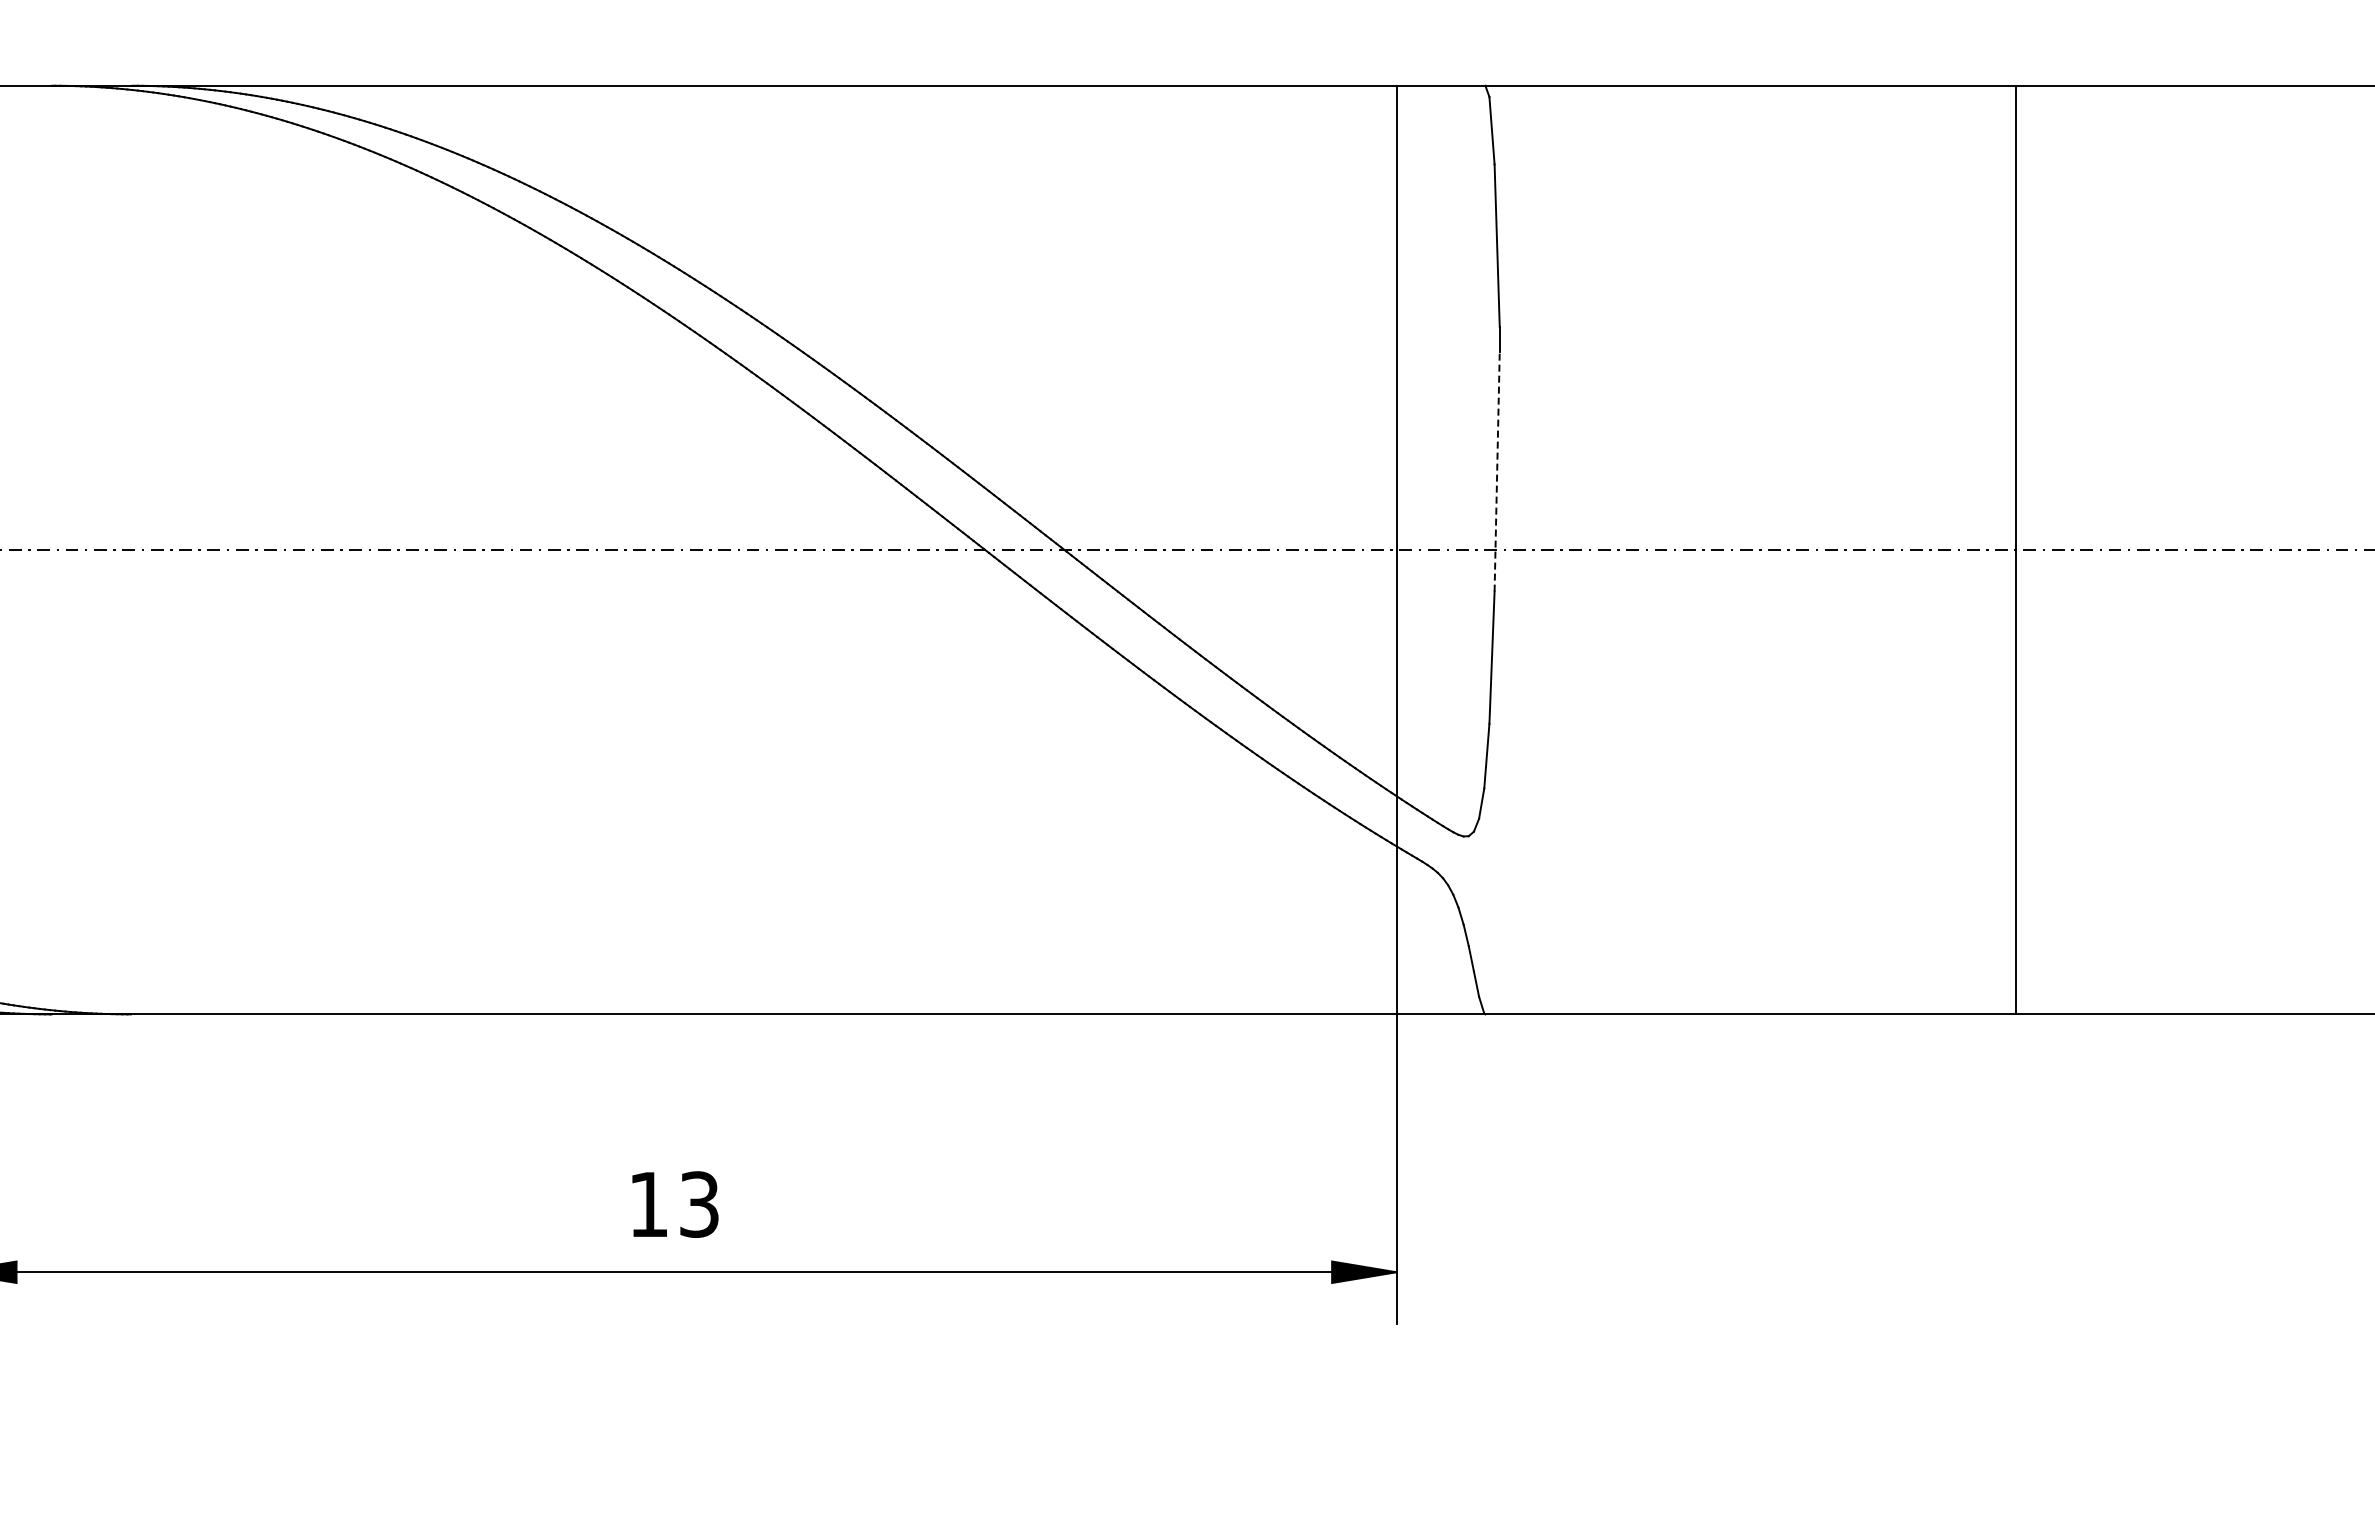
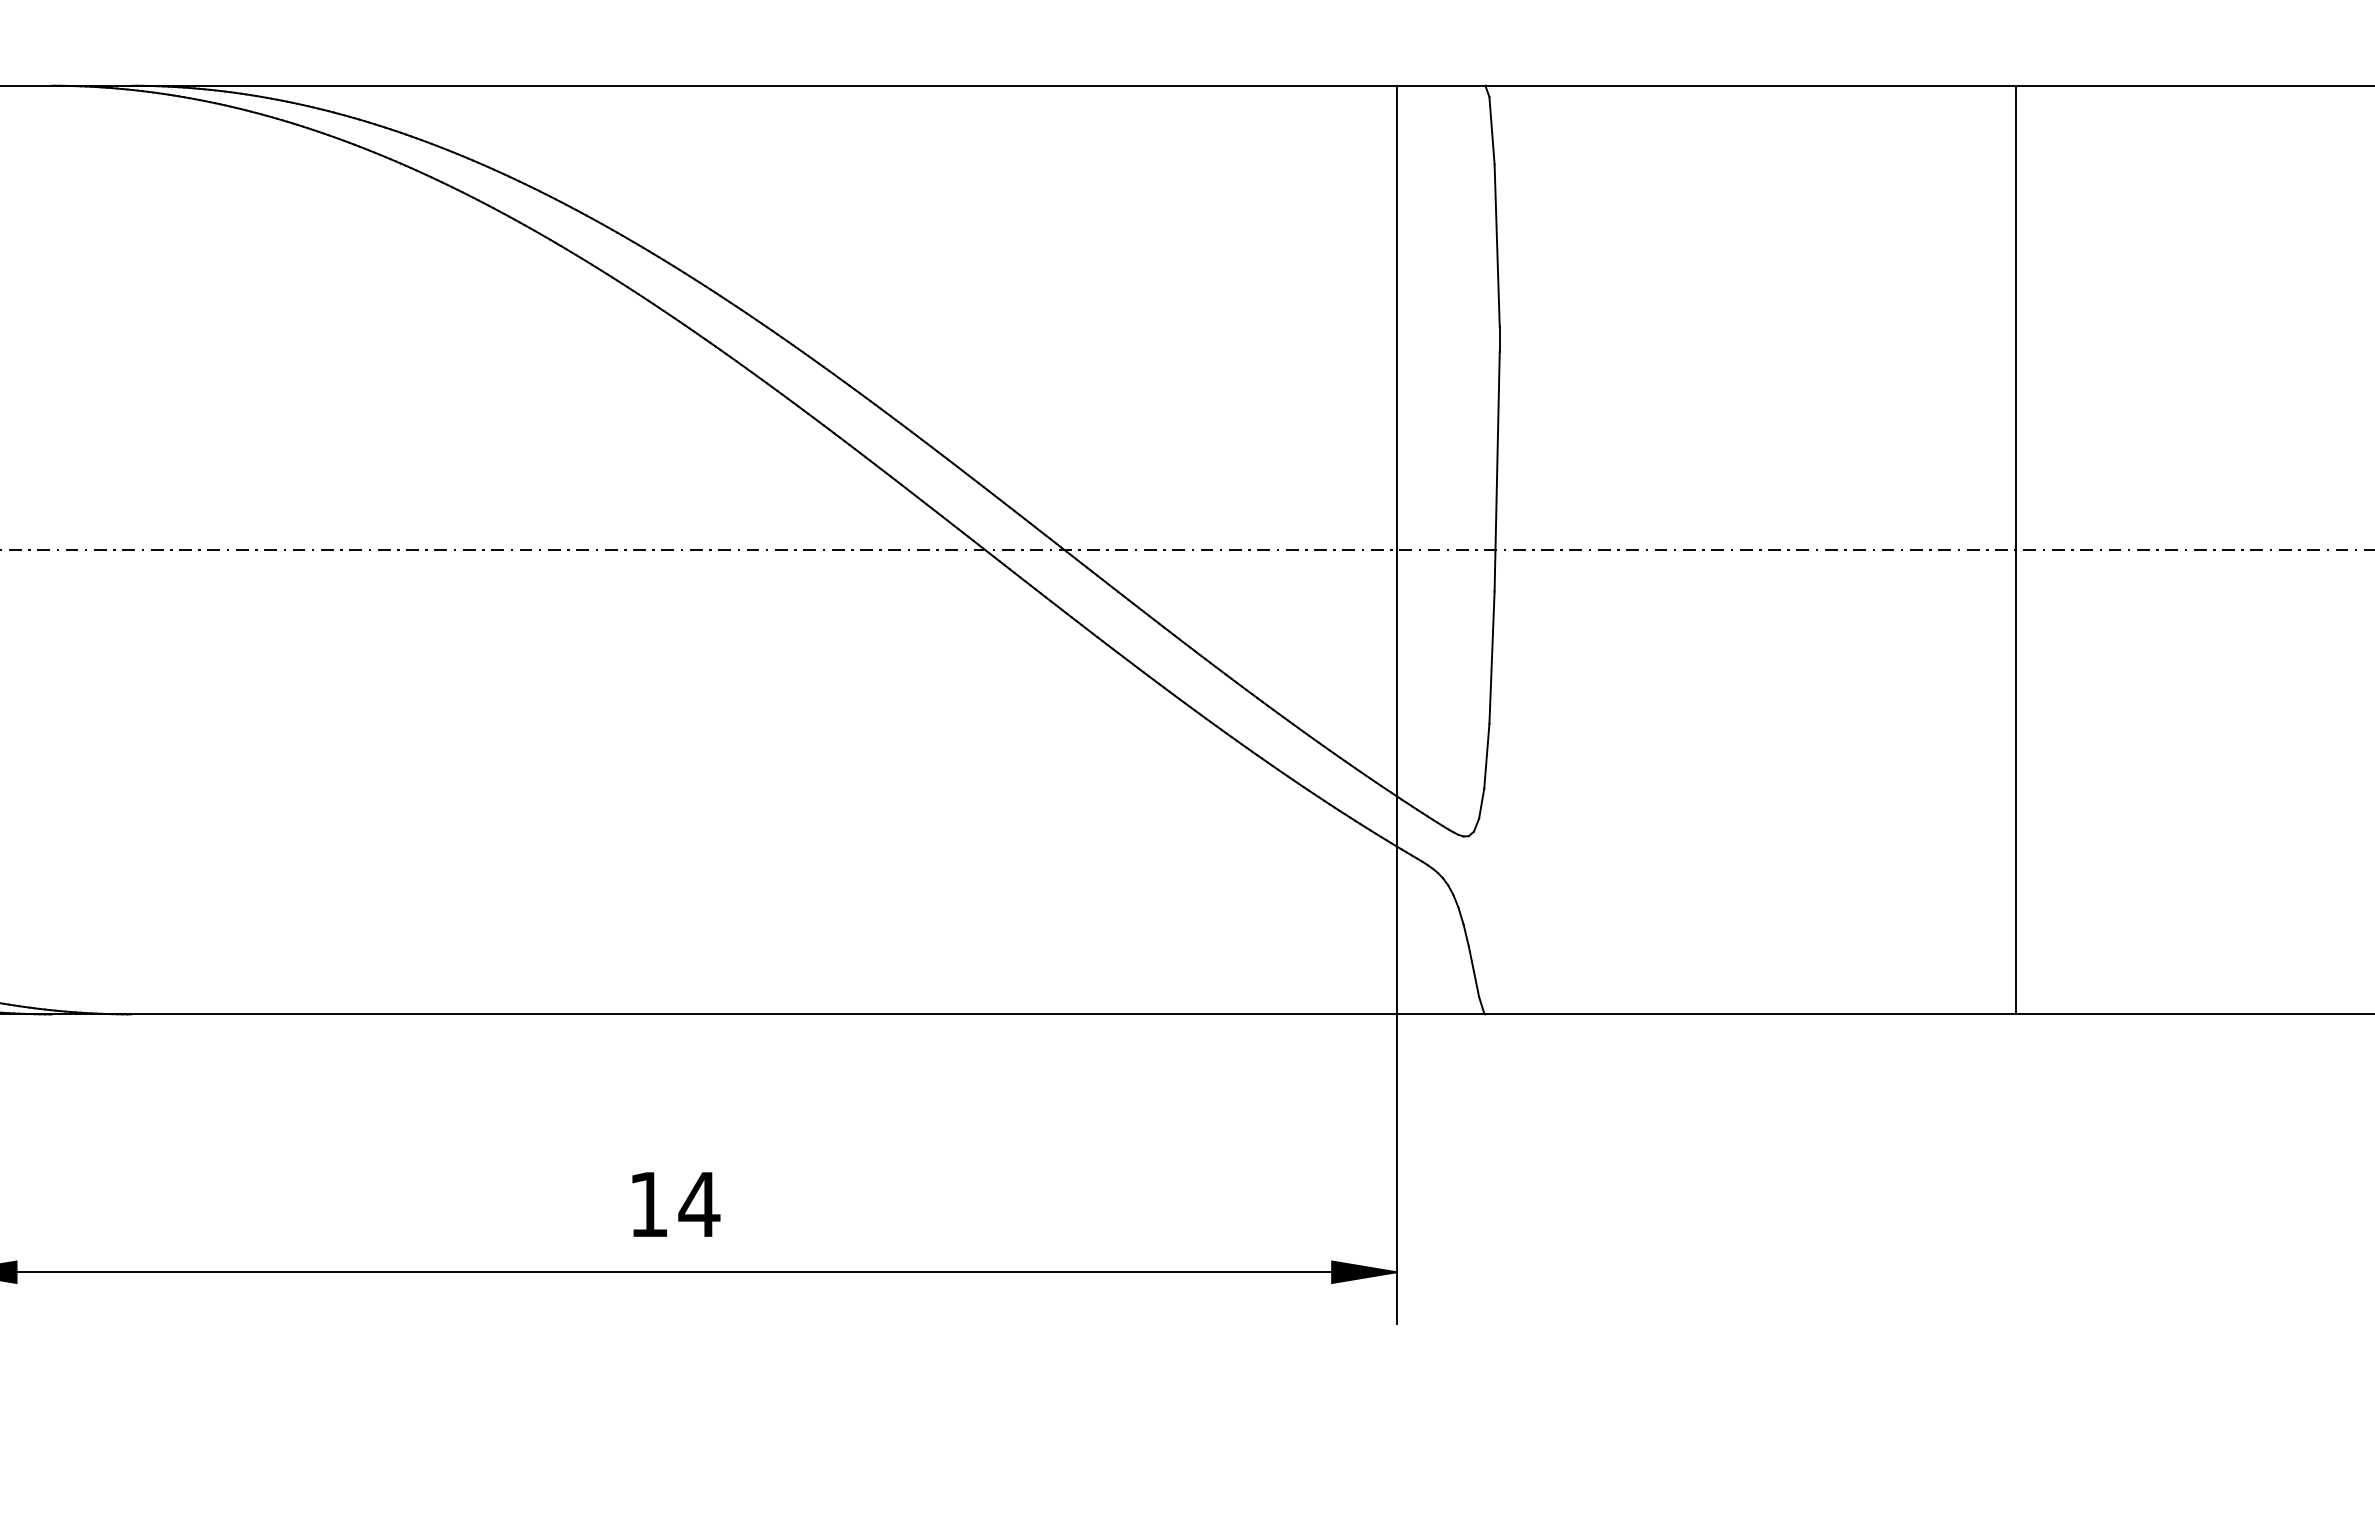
line at (1497, 471): dashed -> solid
text at (699, 1204): 13 -> 14
